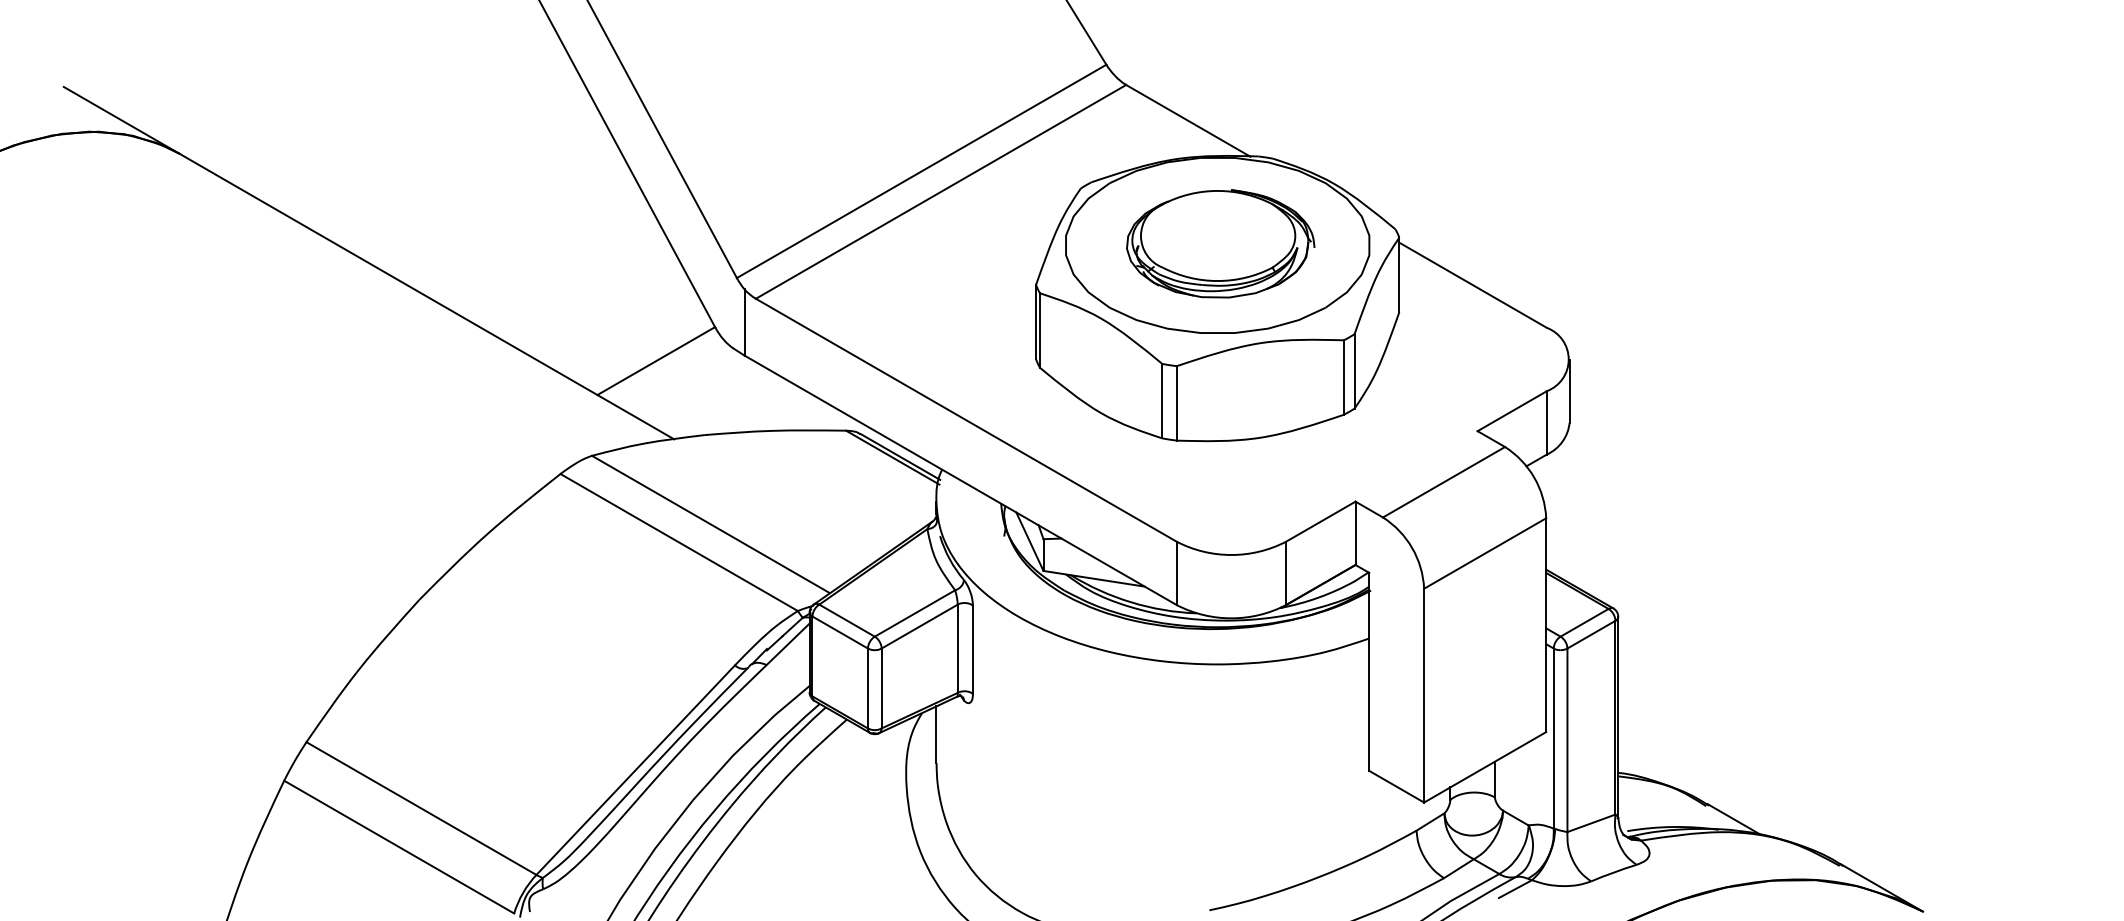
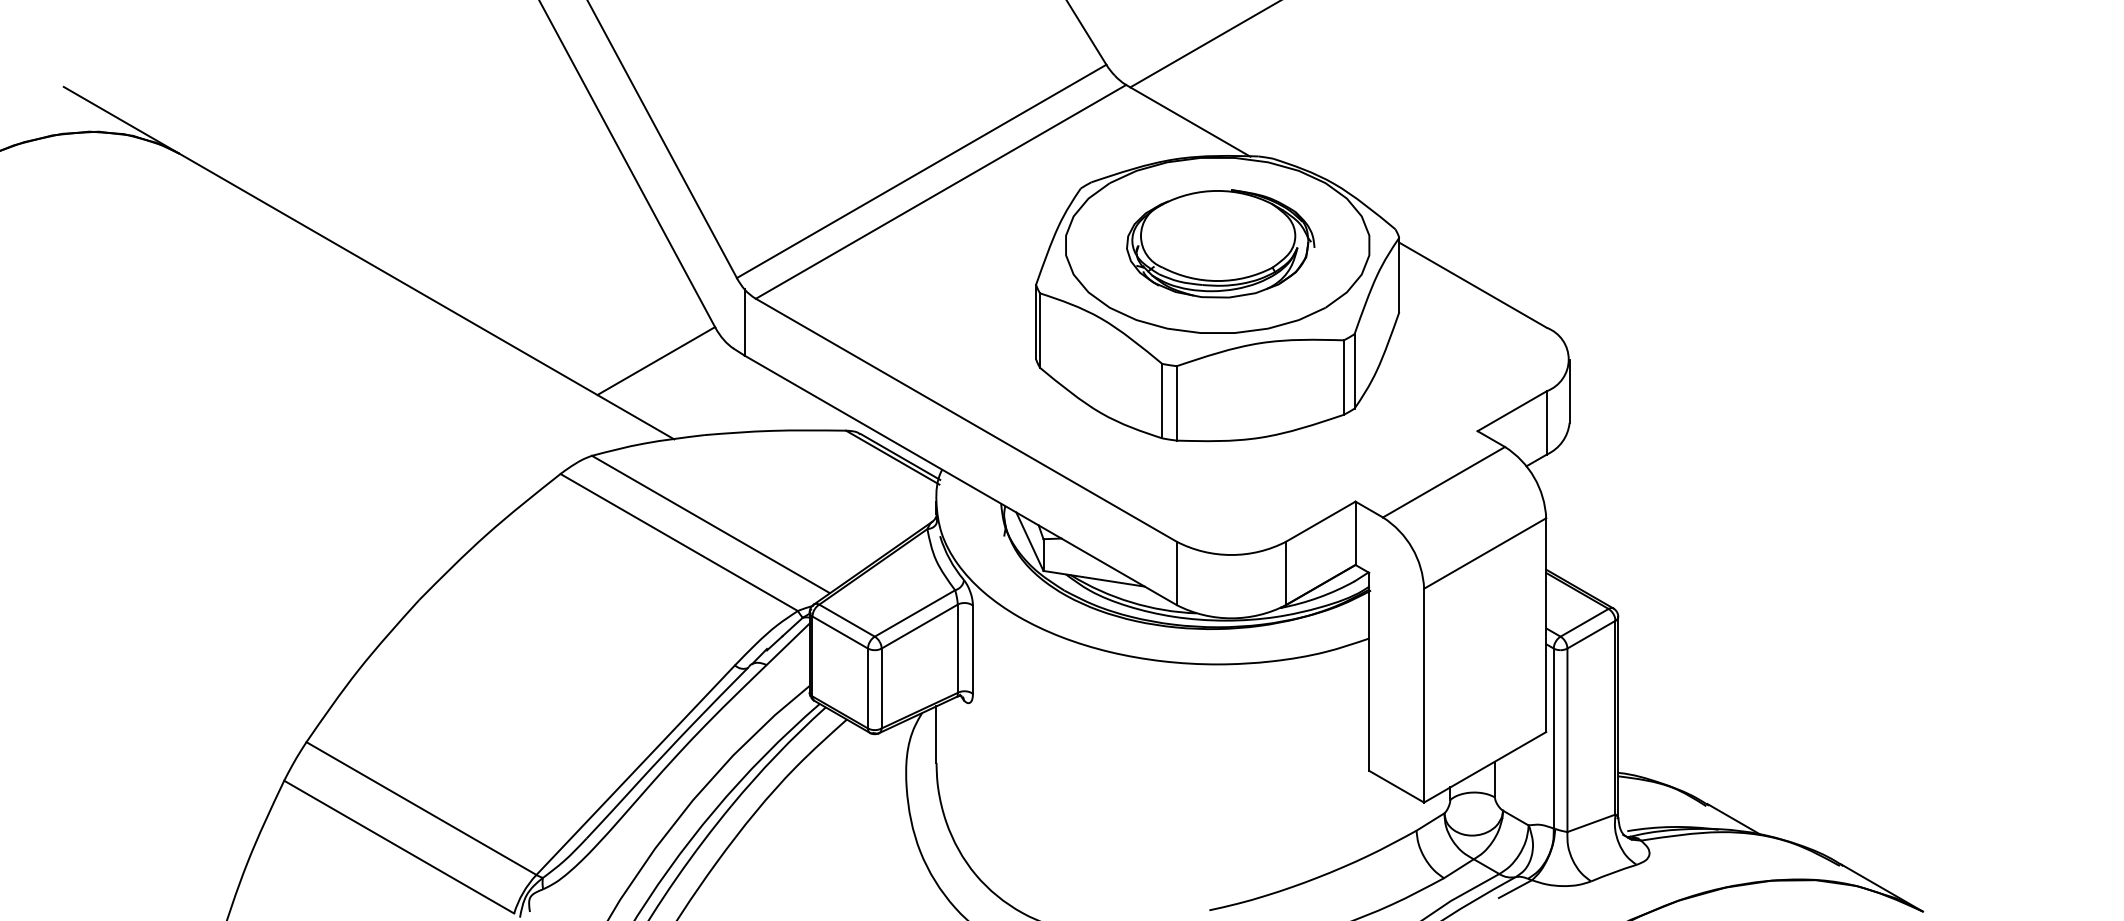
line at (1203, 44): none -> present
